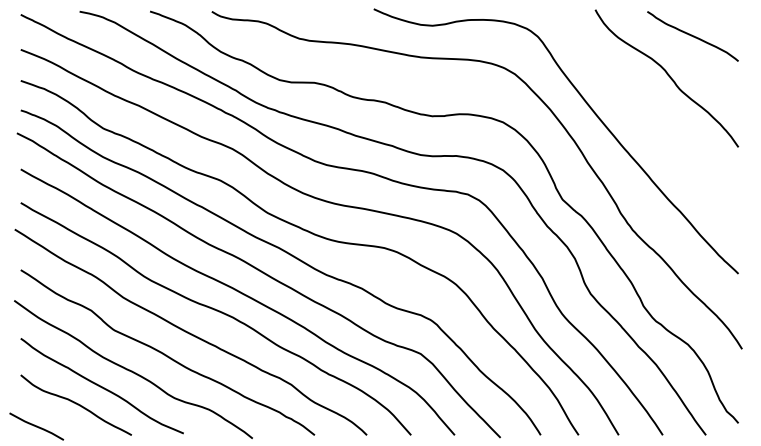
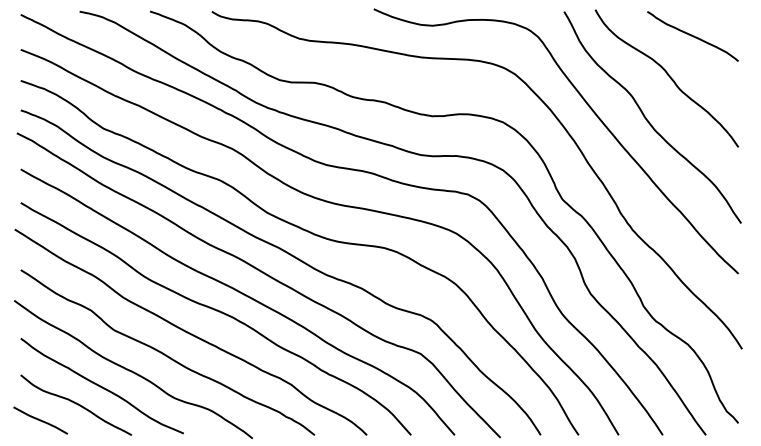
curve at (648, 120): none -> present
line at (36, 426) position: (36, 426) -> (40, 420)
